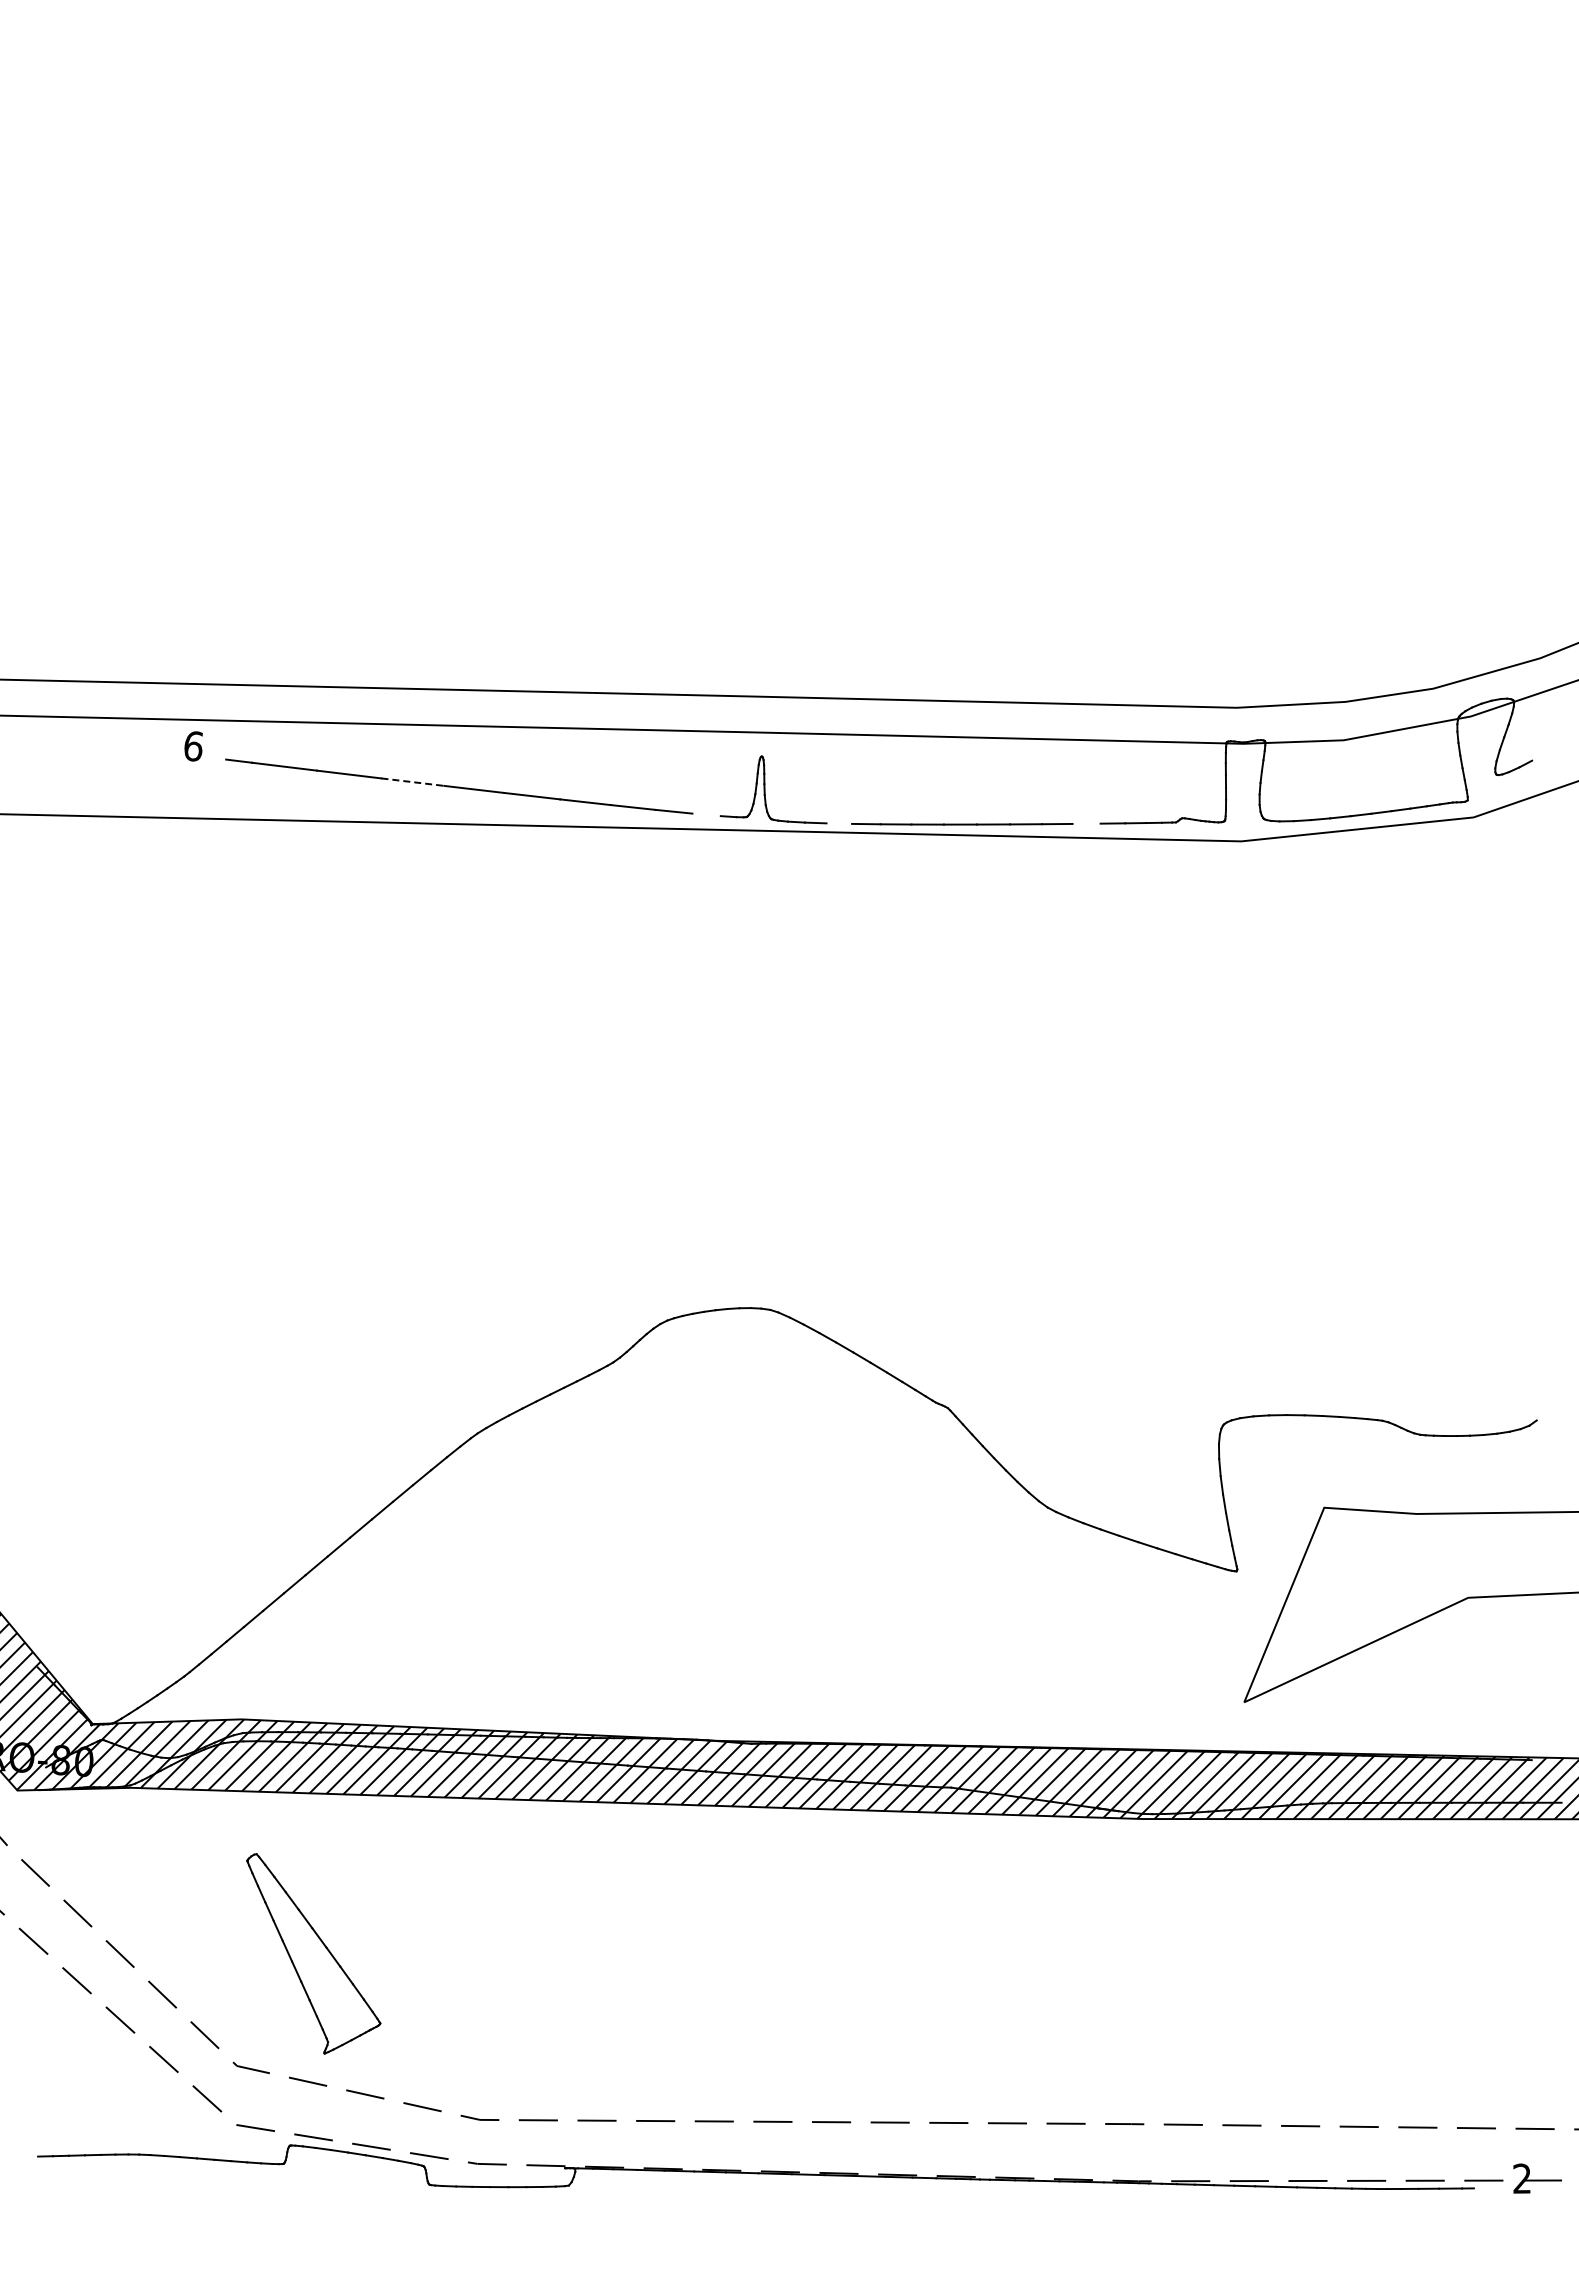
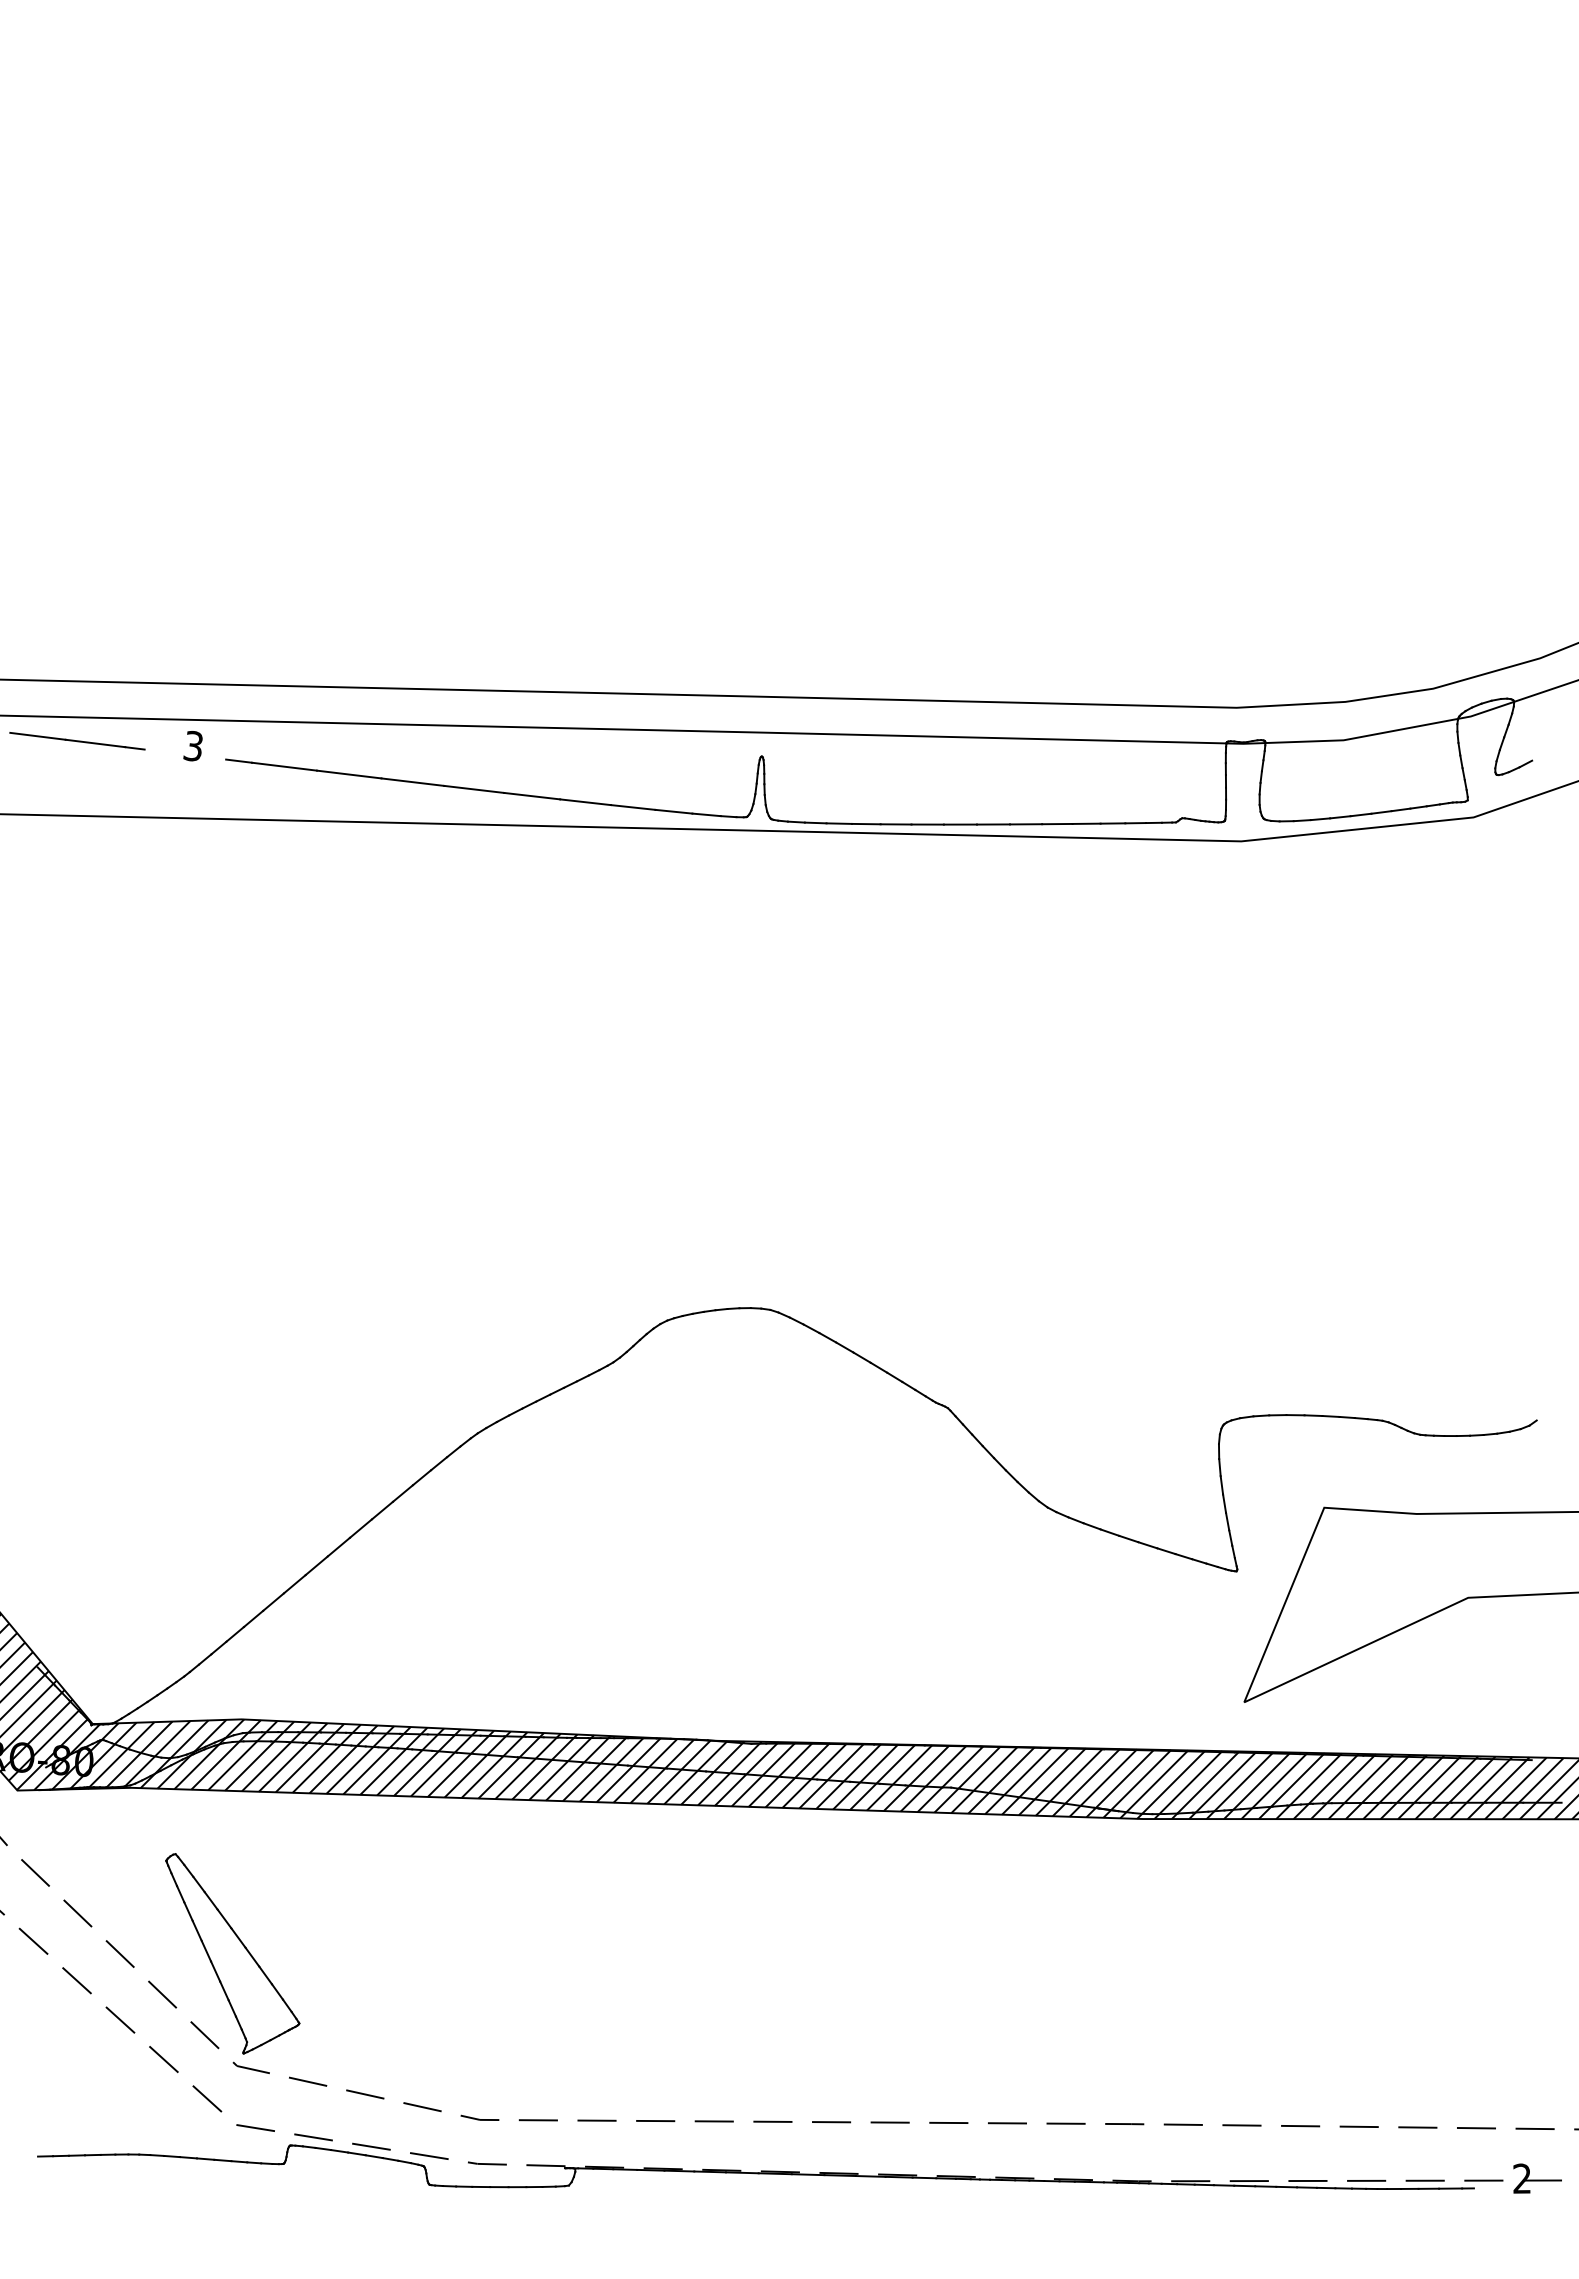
line at (77, 741): none -> present
text at (192, 746): 6 -> 3
line at (412, 782): dashed -> solid
line at (706, 814): none -> present
line at (839, 823): none -> present
line at (1086, 823): none -> present
part at (313, 1953) position: (313, 1953) -> (232, 1953)
